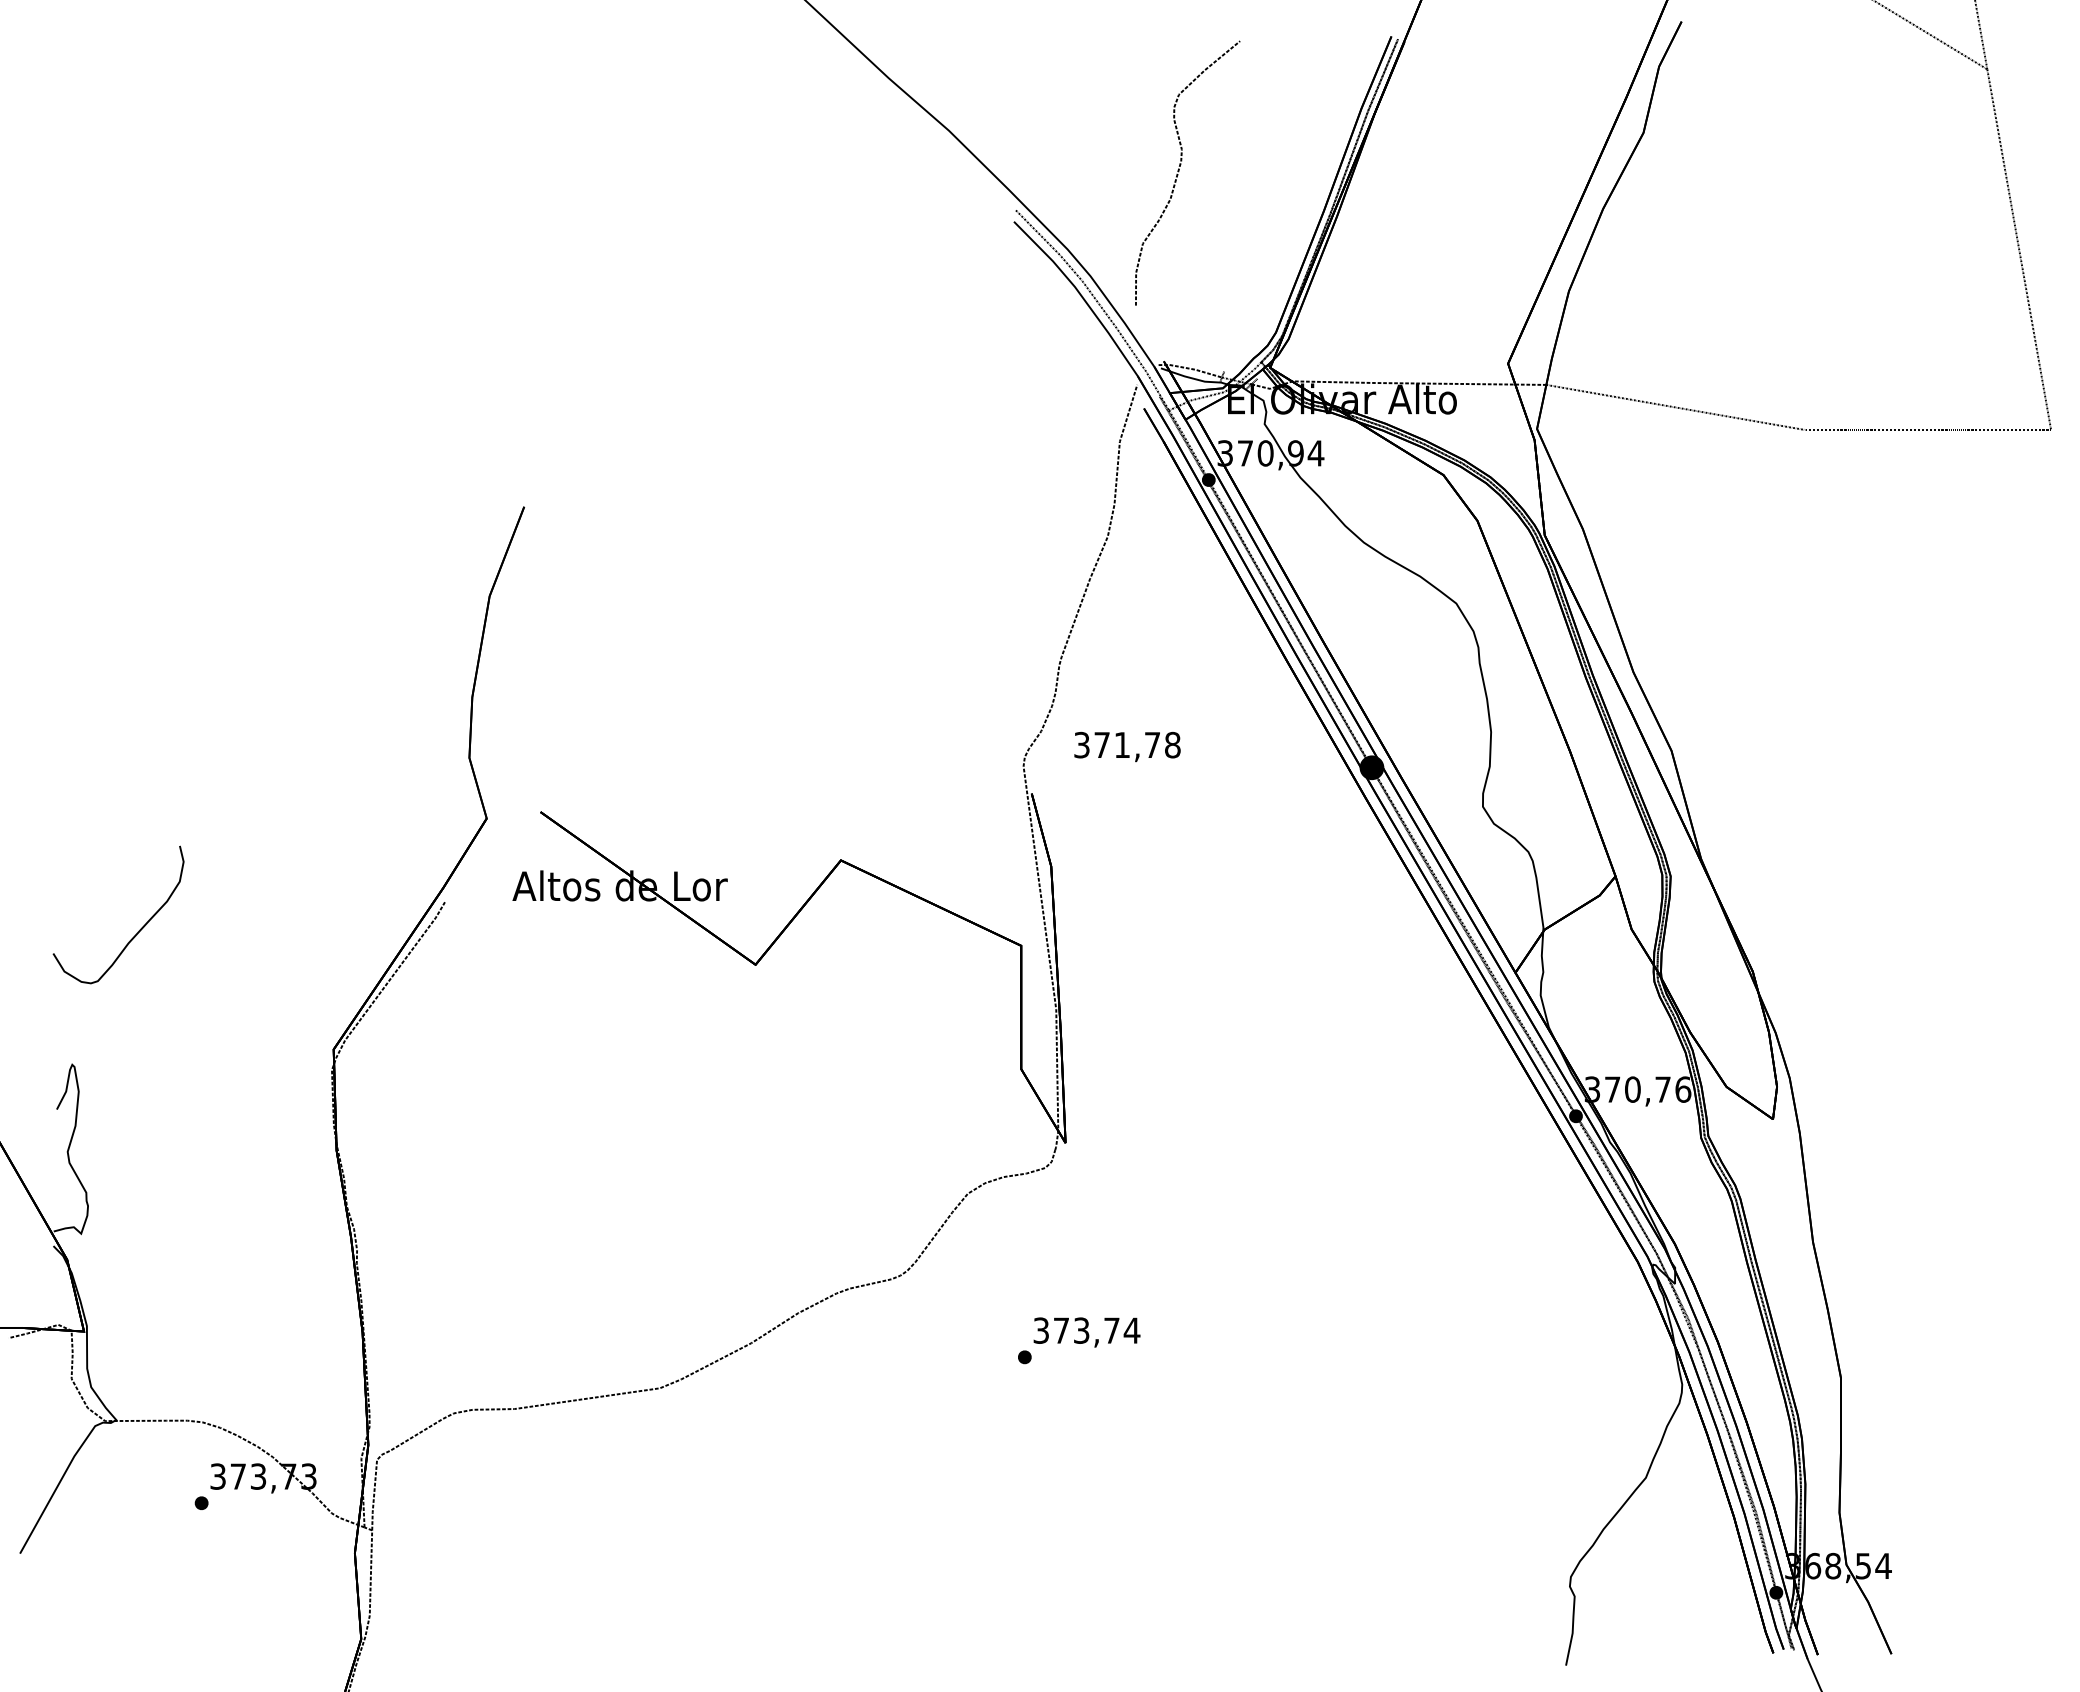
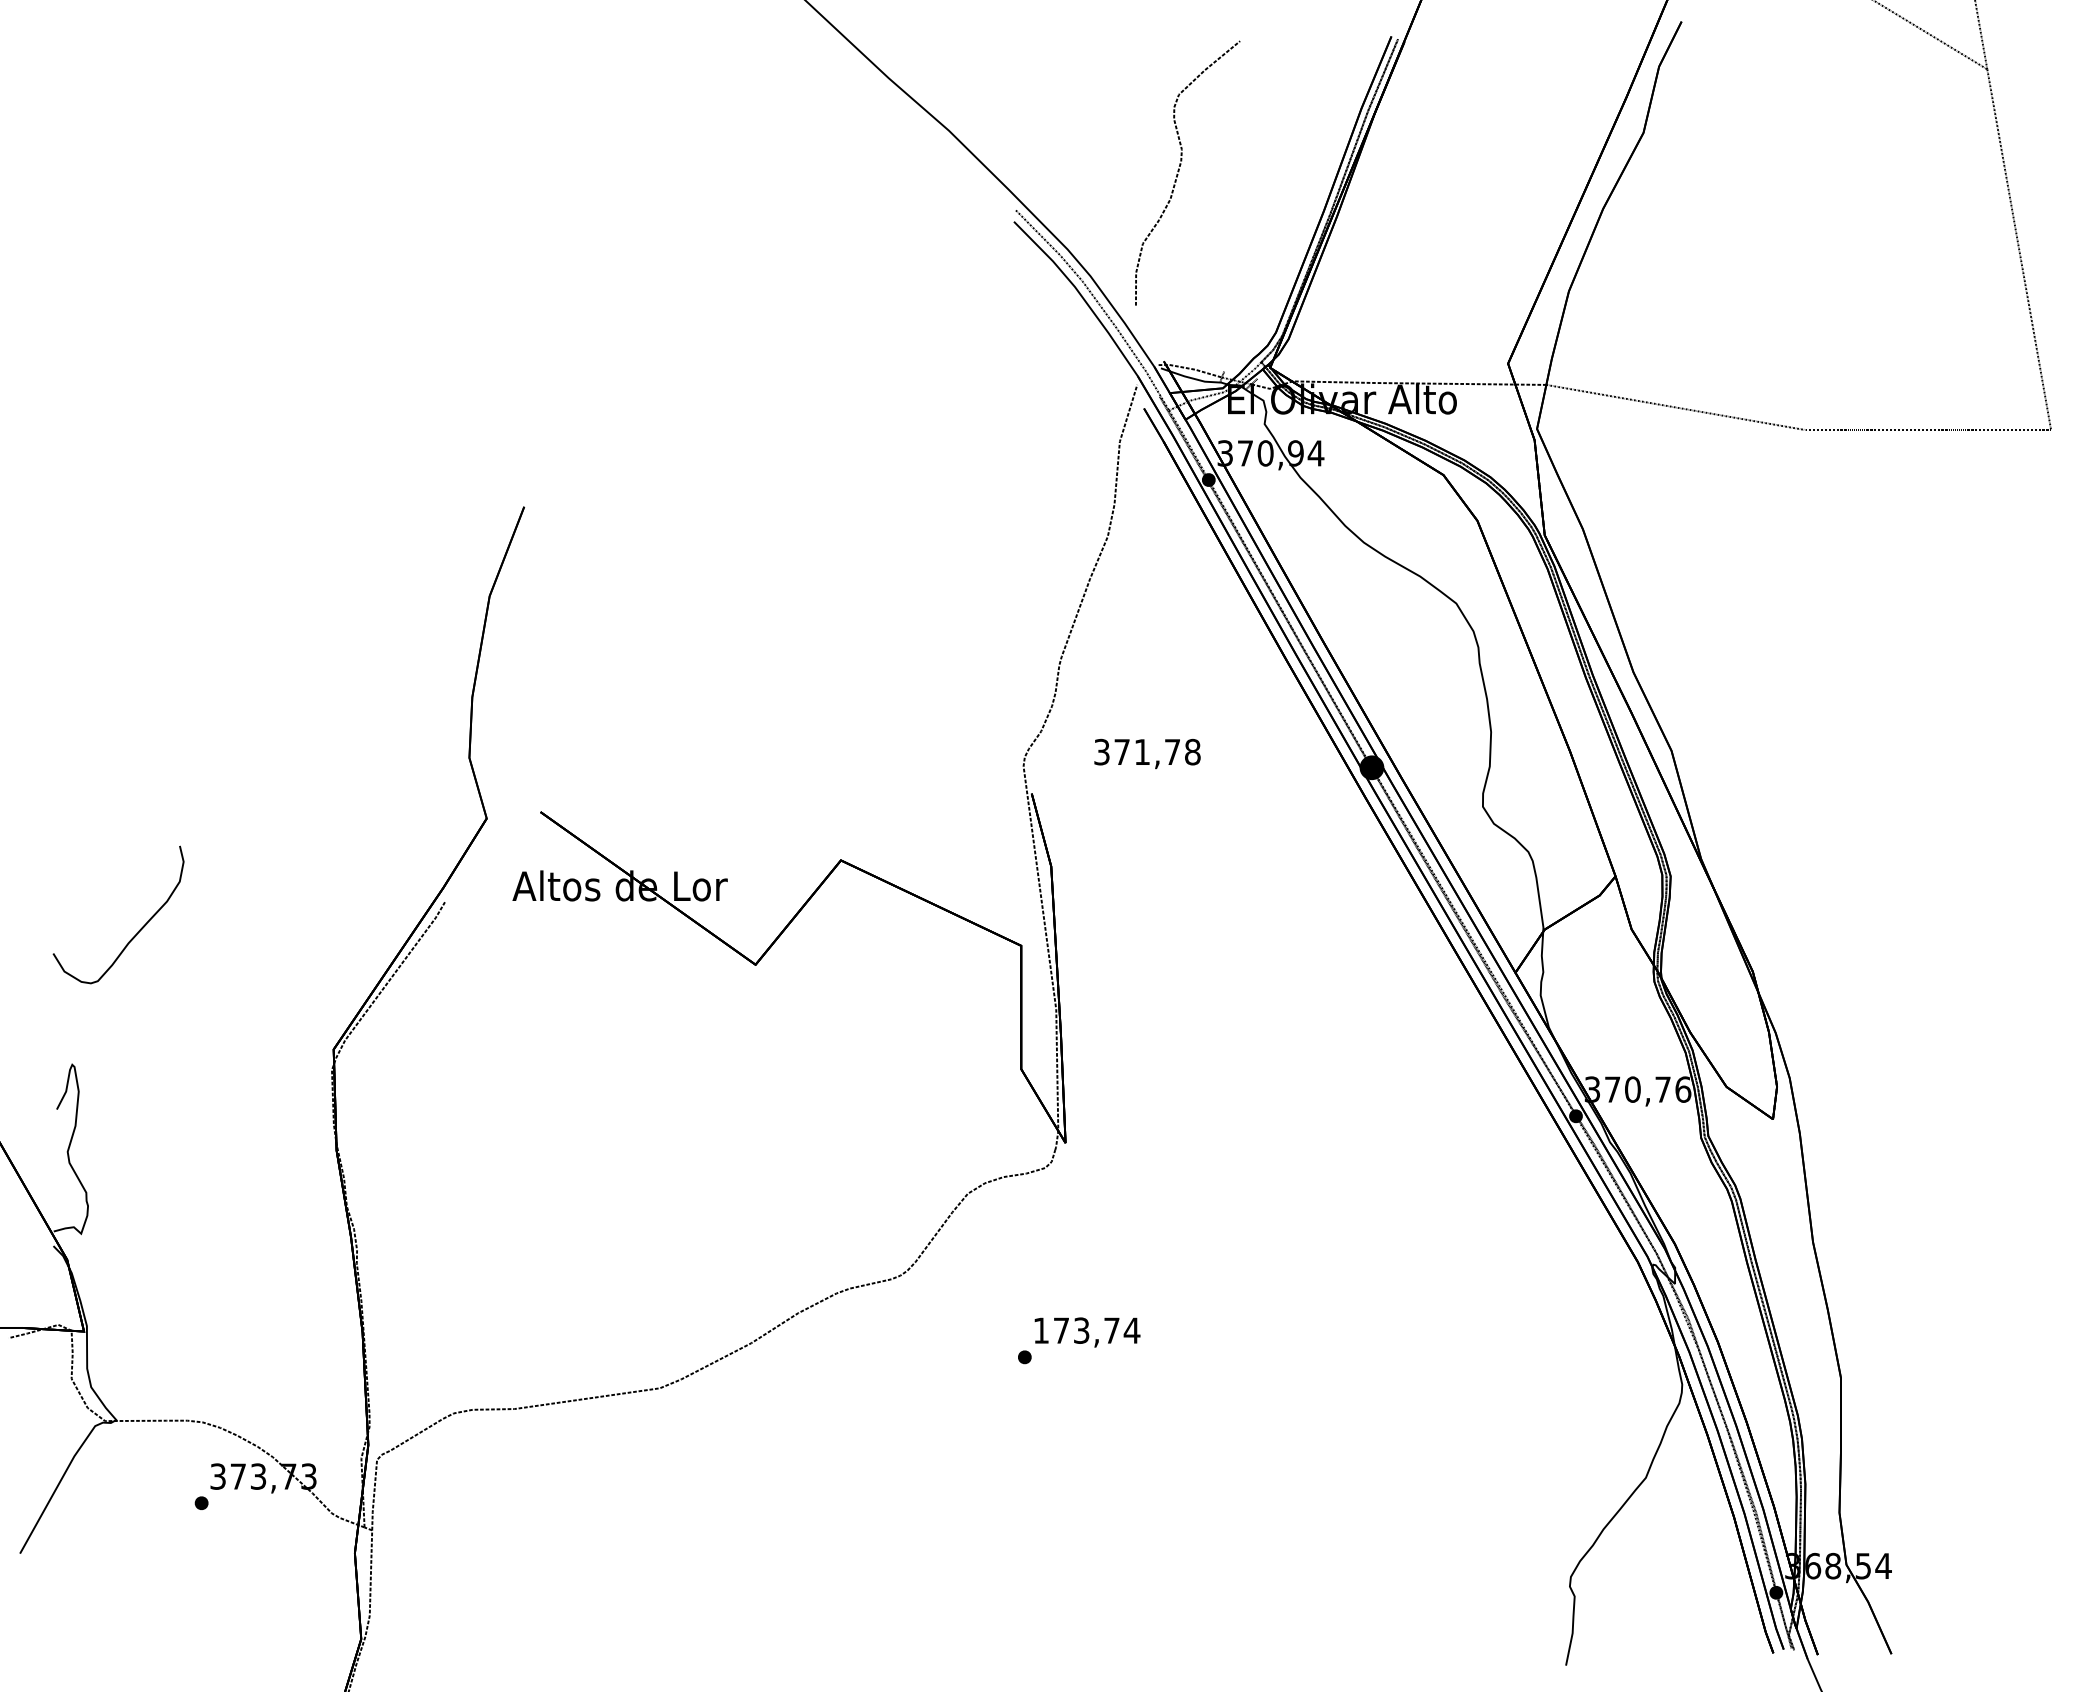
text at (1127, 746) position: (1127, 746) -> (1147, 753)
text at (1040, 1330): 373,74 -> 173,74
